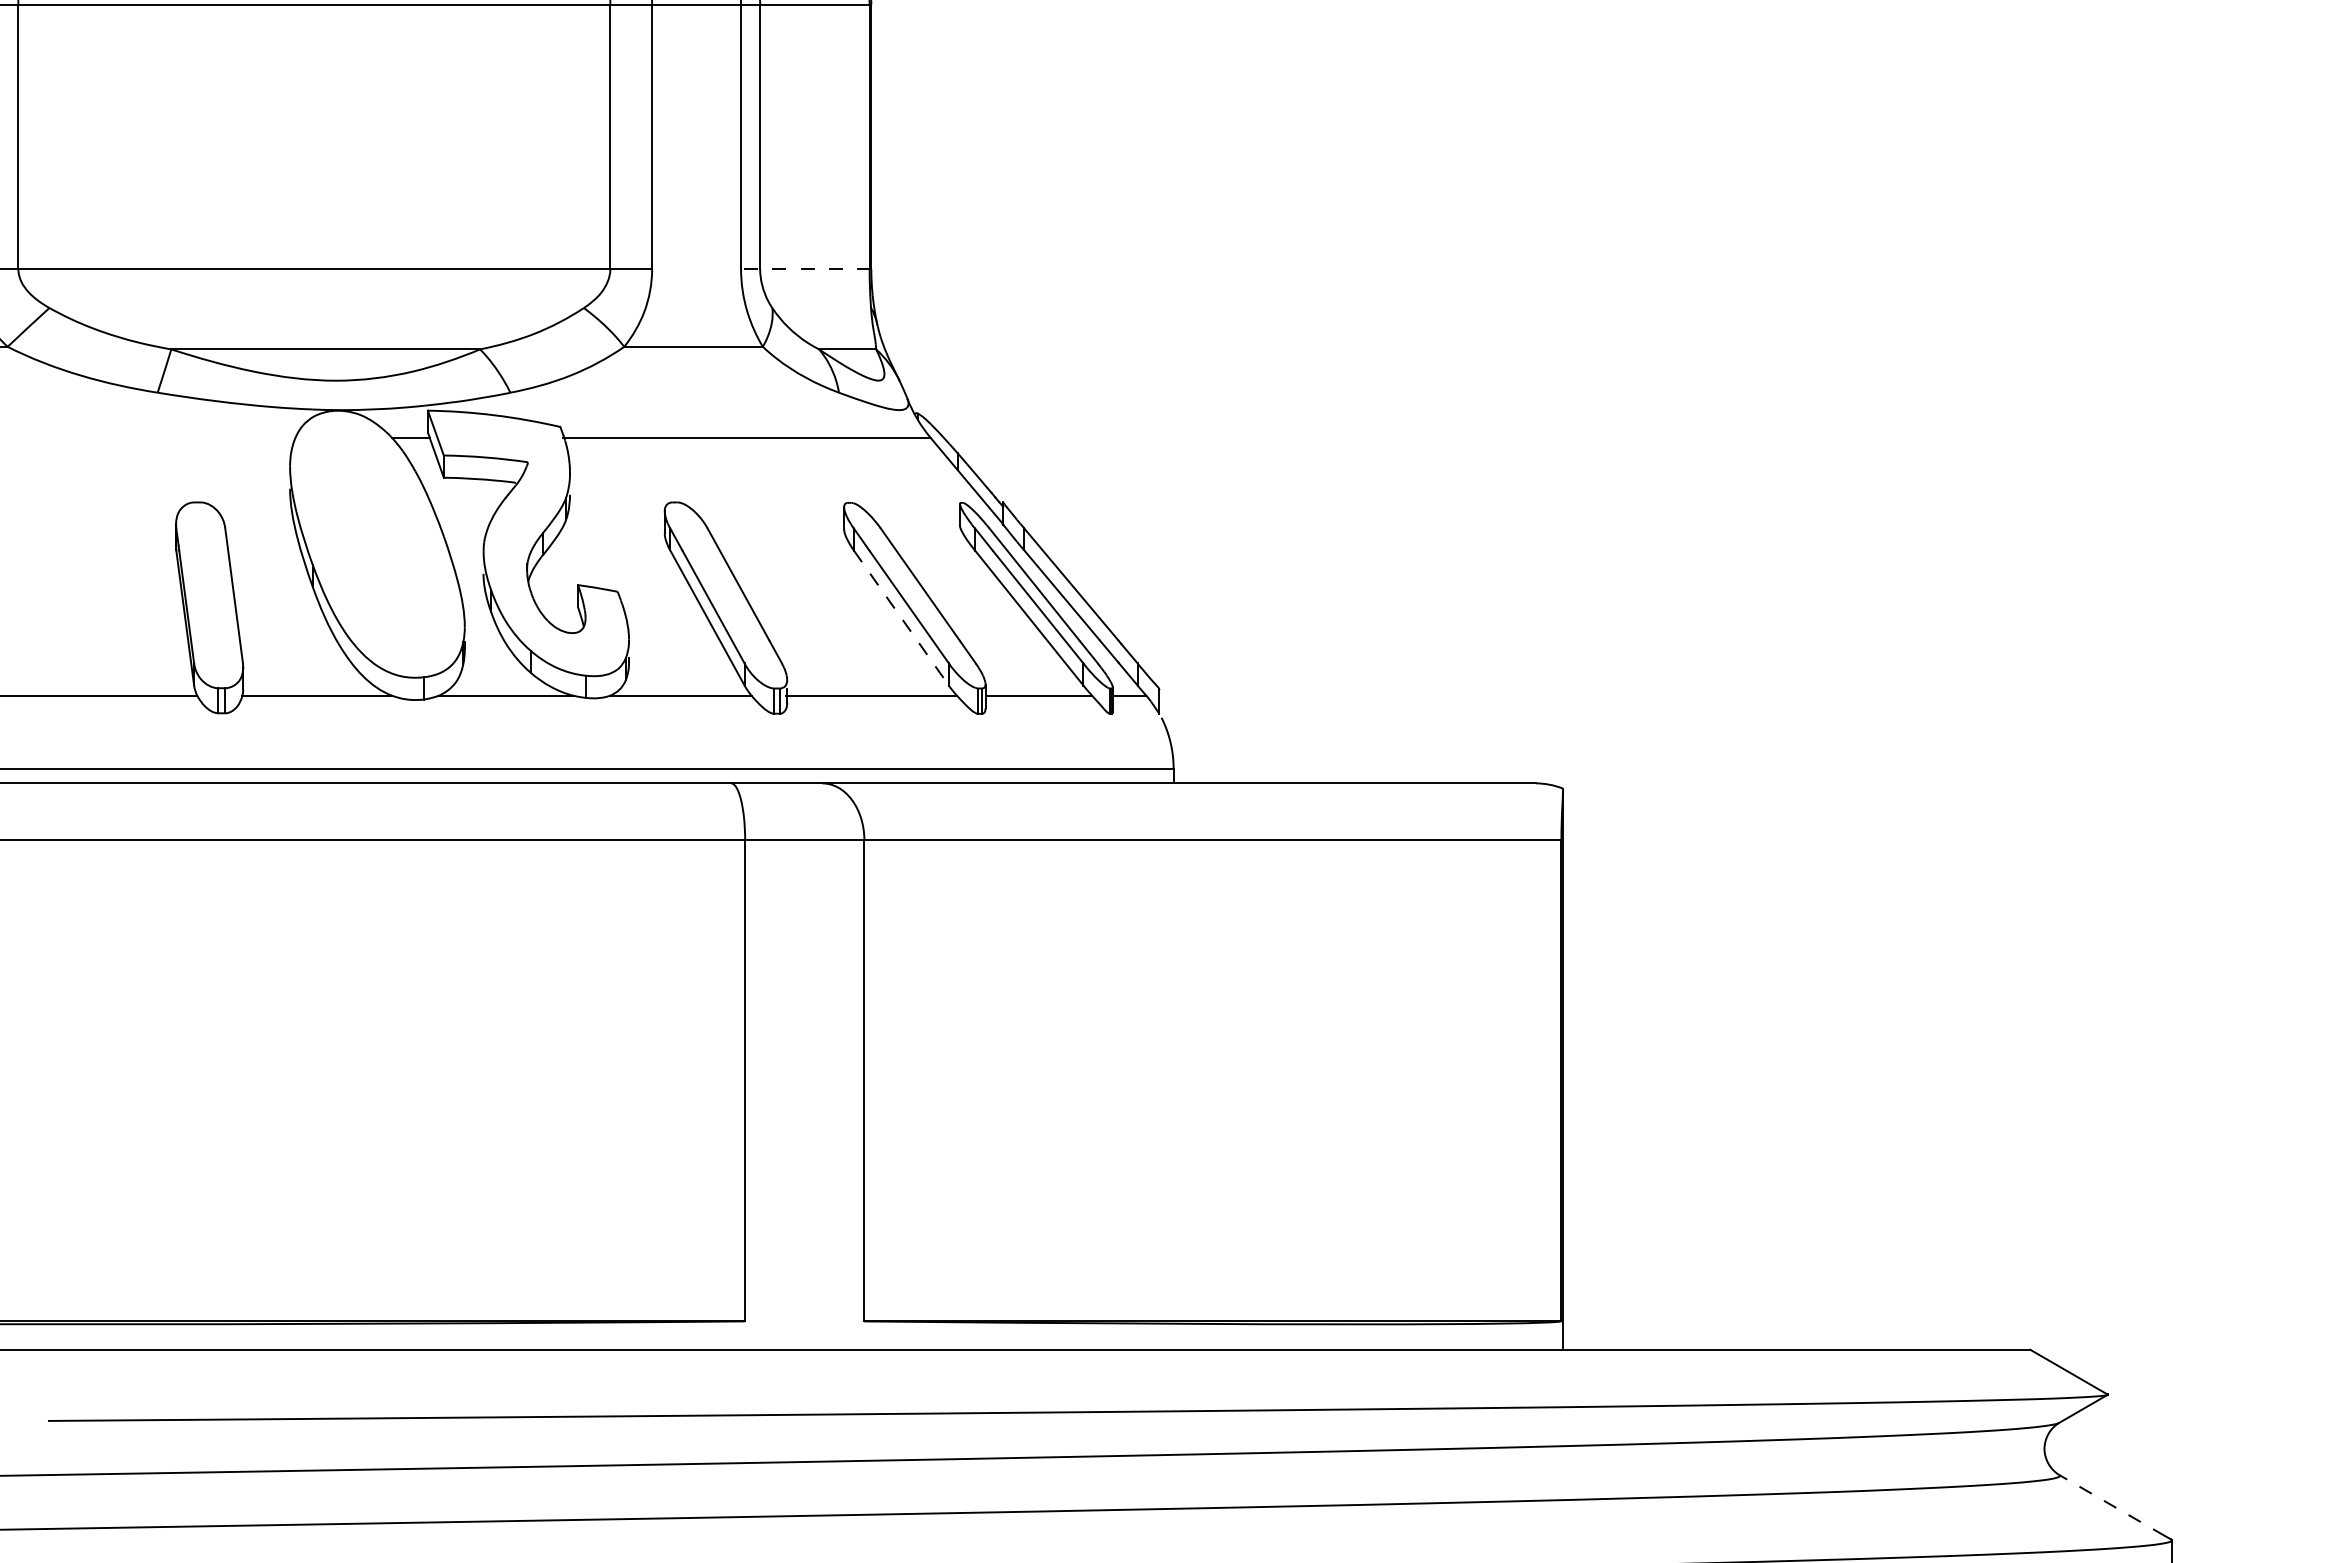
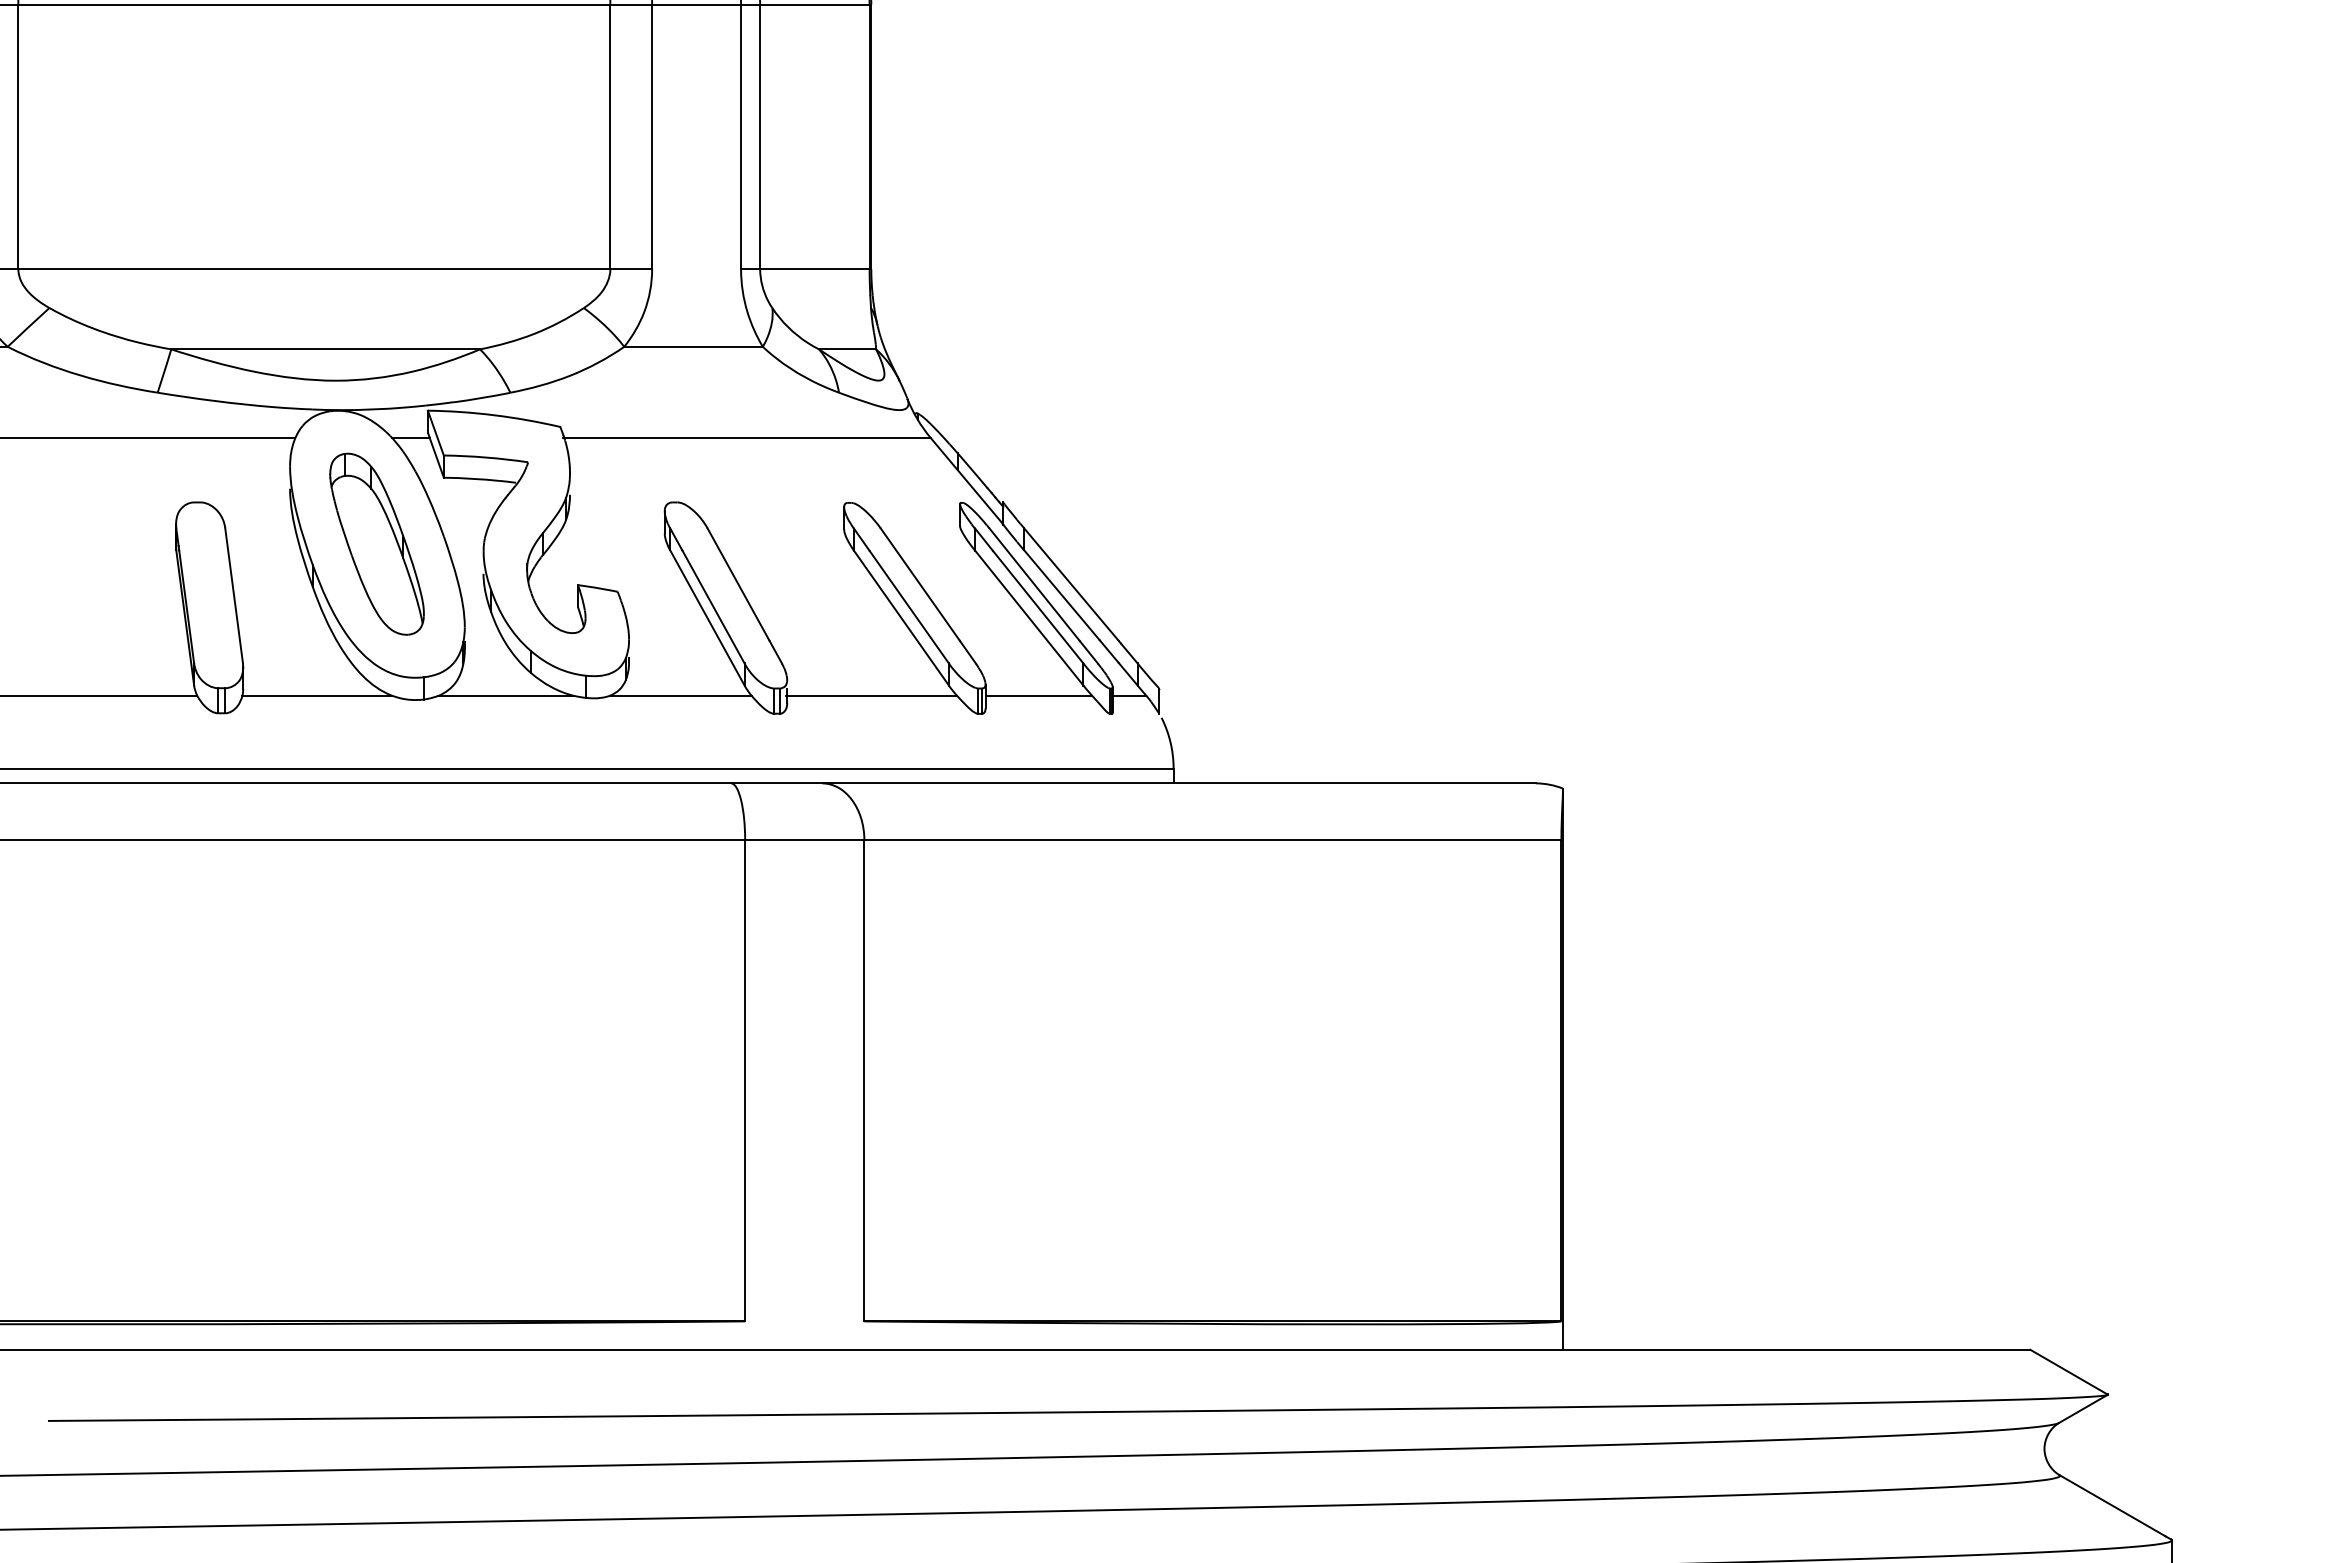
line at (805, 269): dashed -> solid
line at (148, 437): none -> present
part at (376, 543): none -> present
line at (901, 618): dashed -> solid
line at (2111, 1505): dashed -> solid
